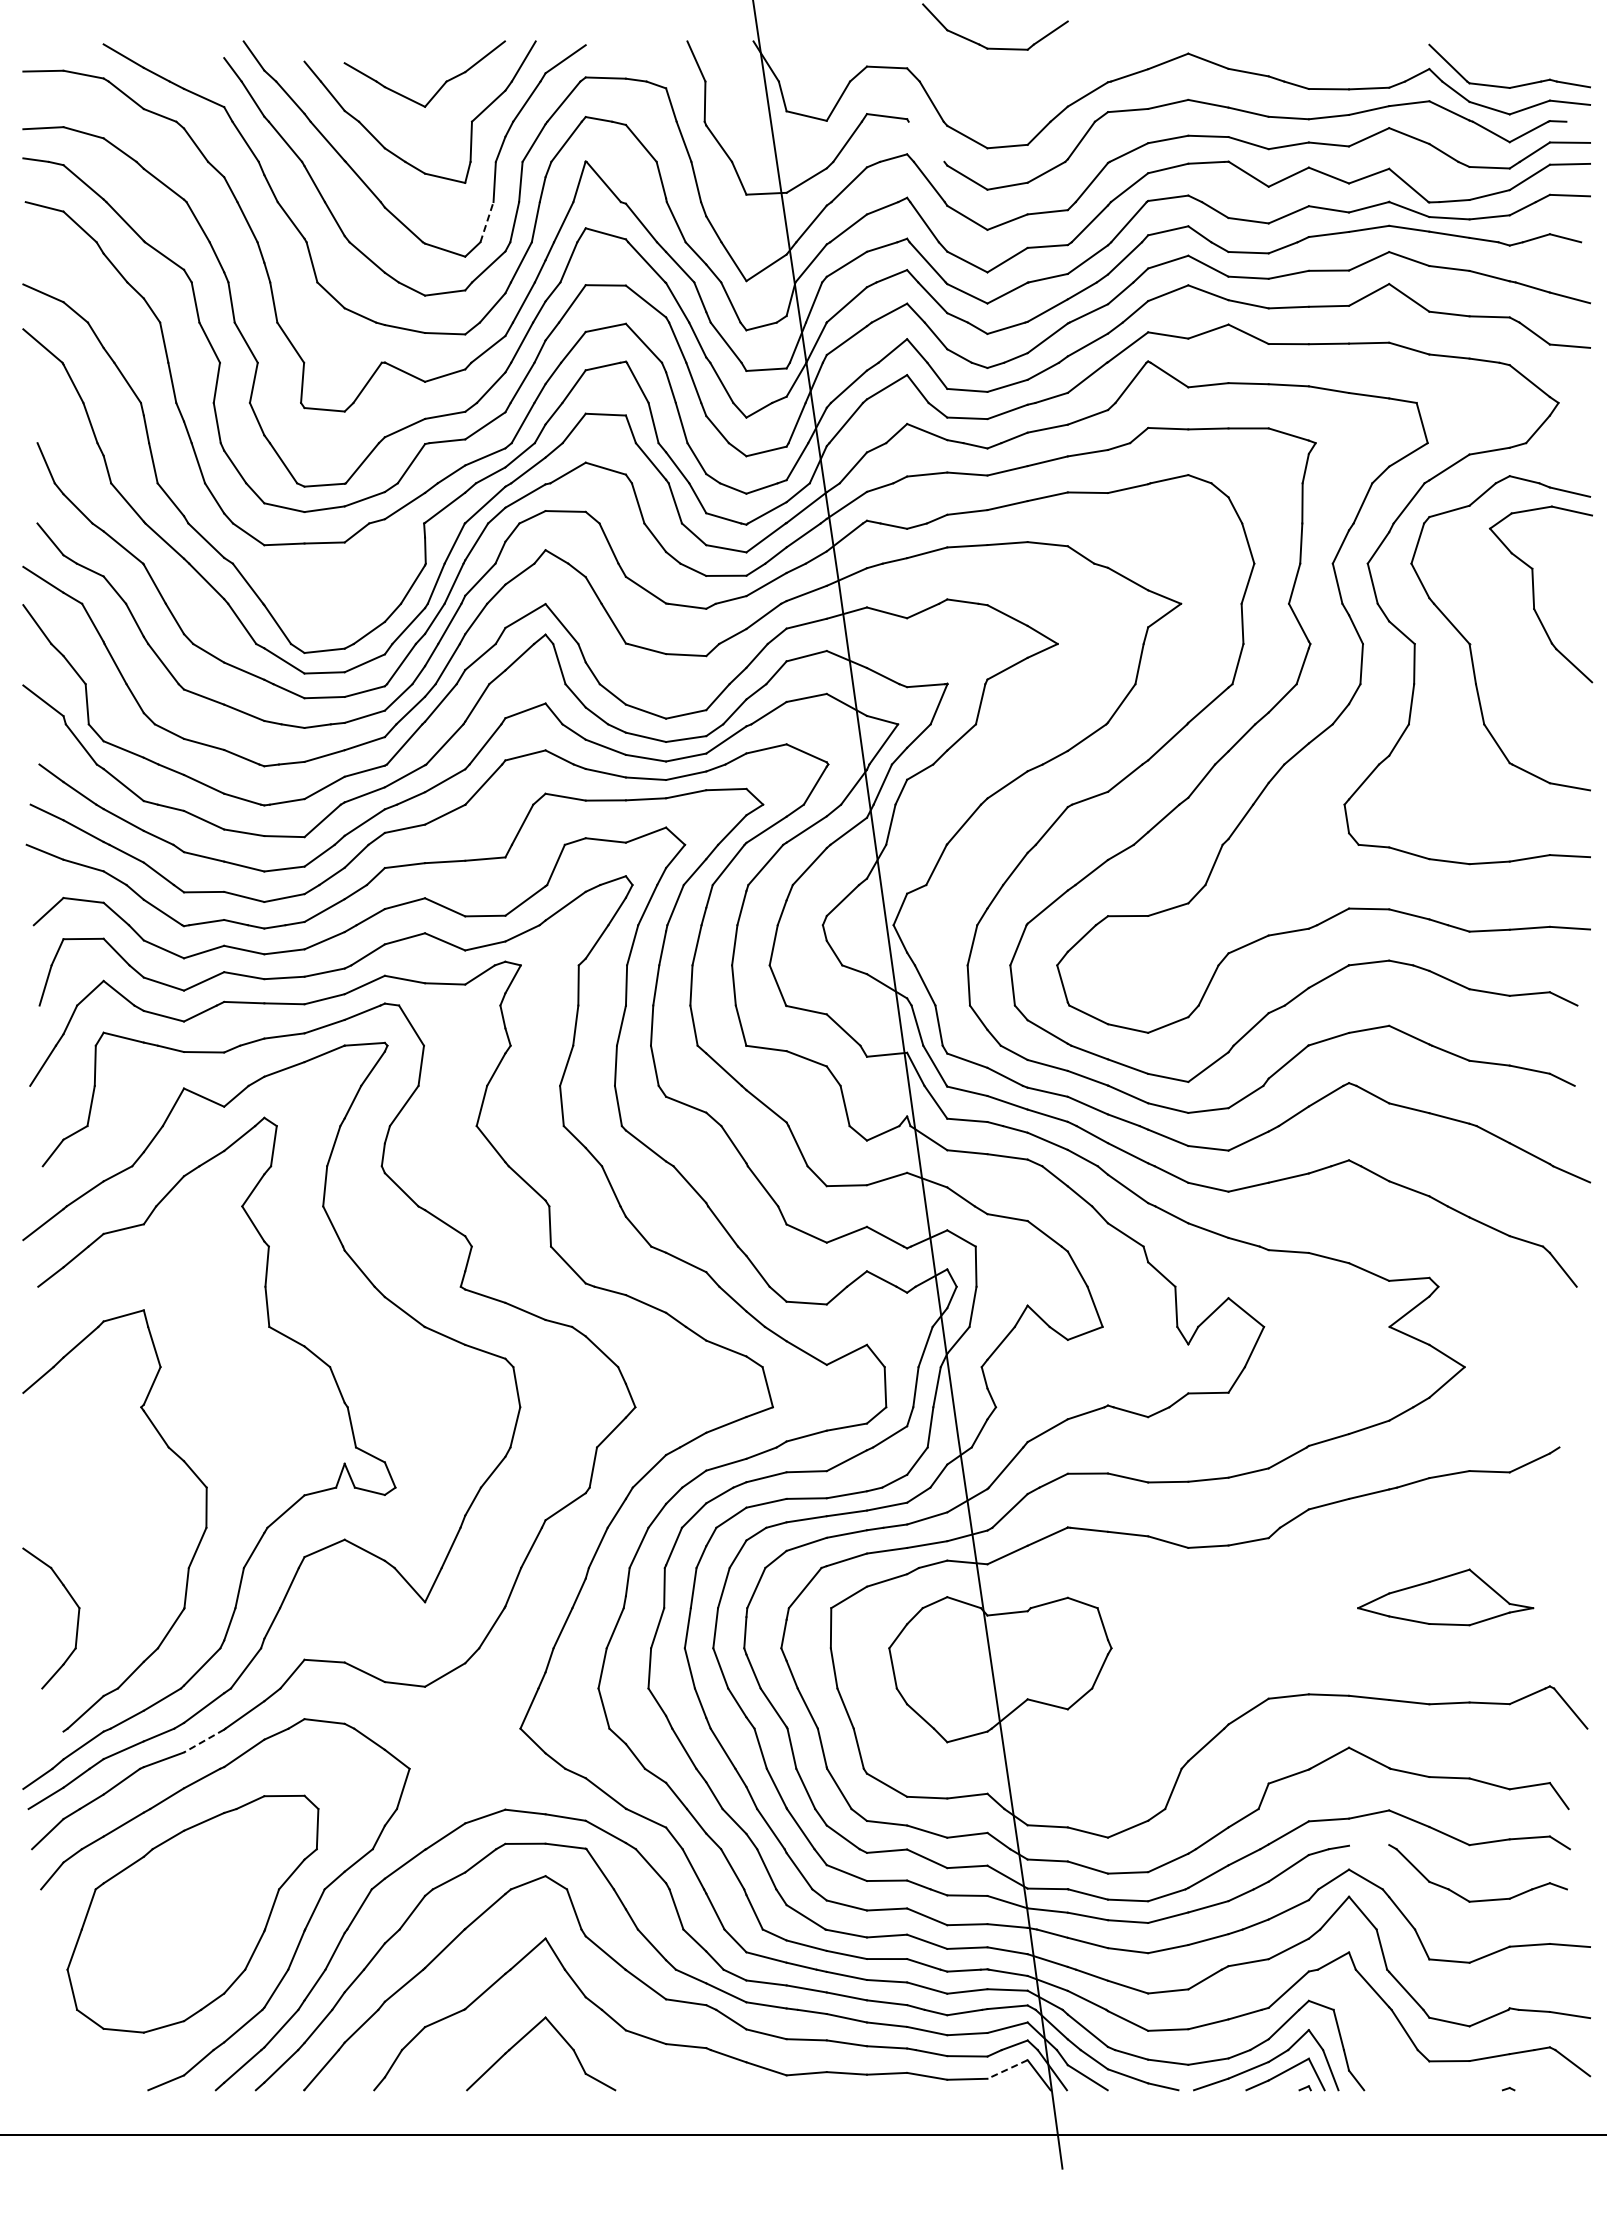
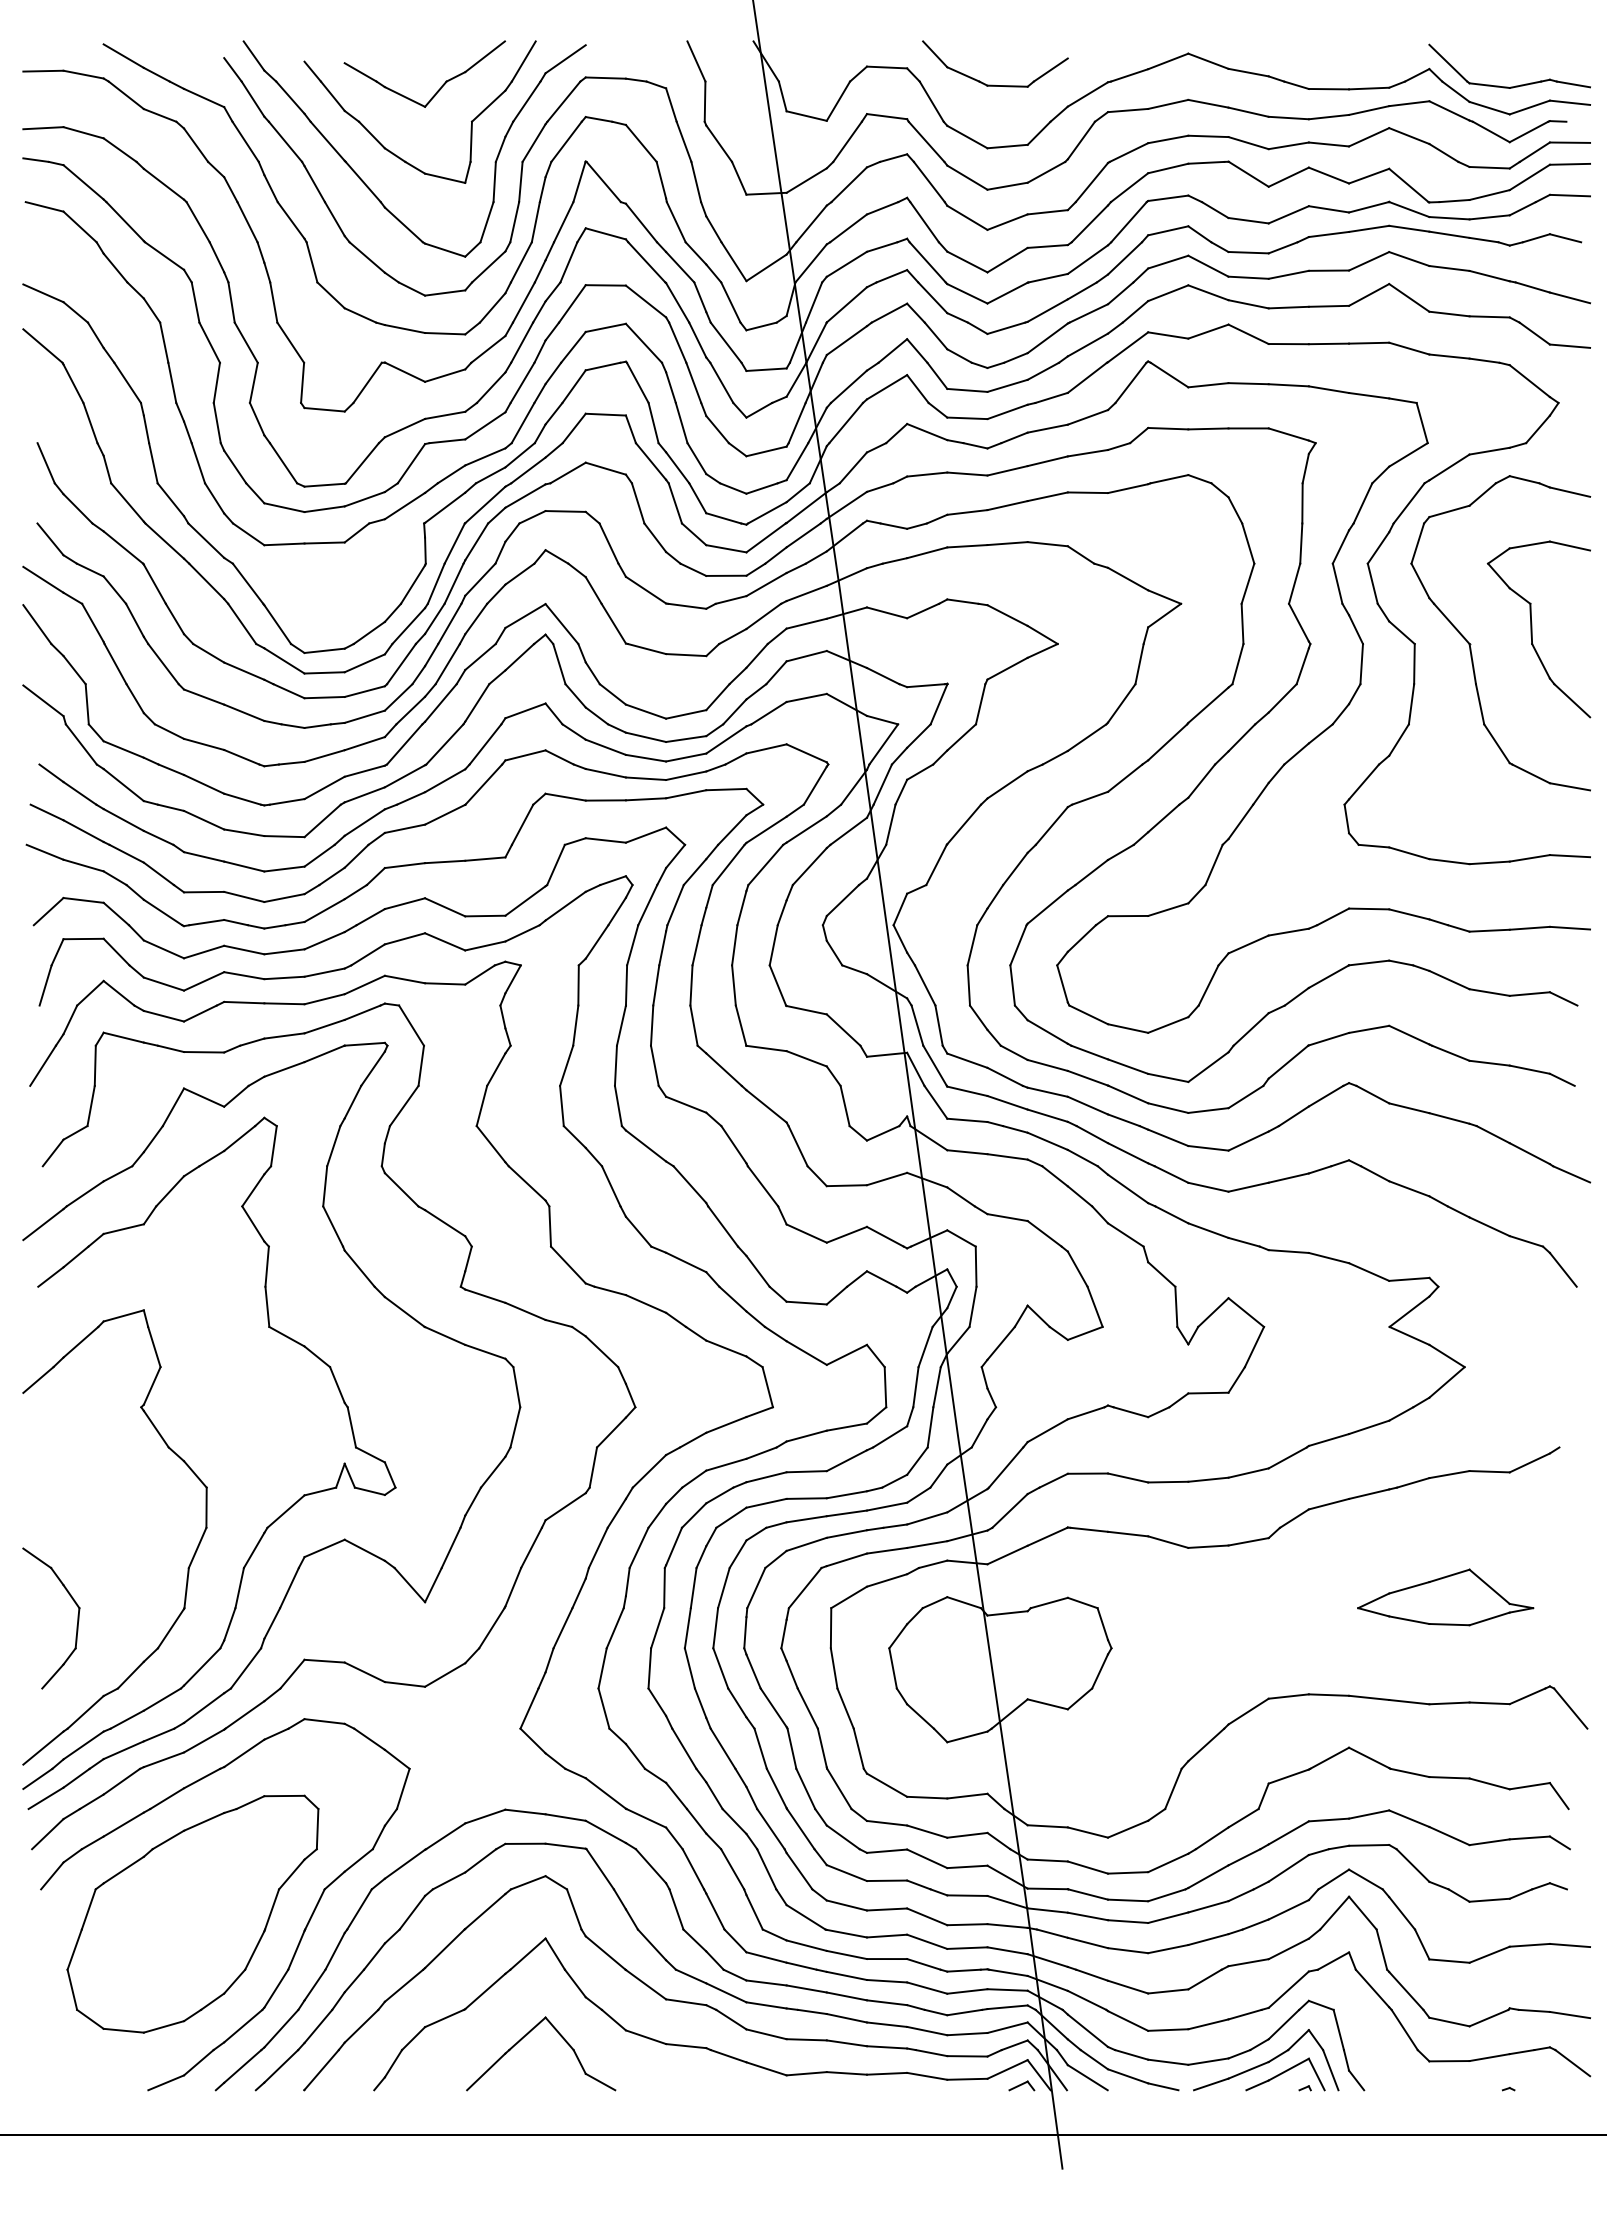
part at (993, 47) position: (993, 47) -> (993, 84)
line at (926, 141): none -> present
line at (487, 221): dashed -> solid
part at (1540, 594) position: (1540, 594) -> (1538, 629)
line at (203, 1741): dashed -> solid
line at (43, 1747): none -> present
line at (1369, 1845): none -> present
line at (1007, 2069): dashed -> solid
part at (1021, 2085): none -> present
